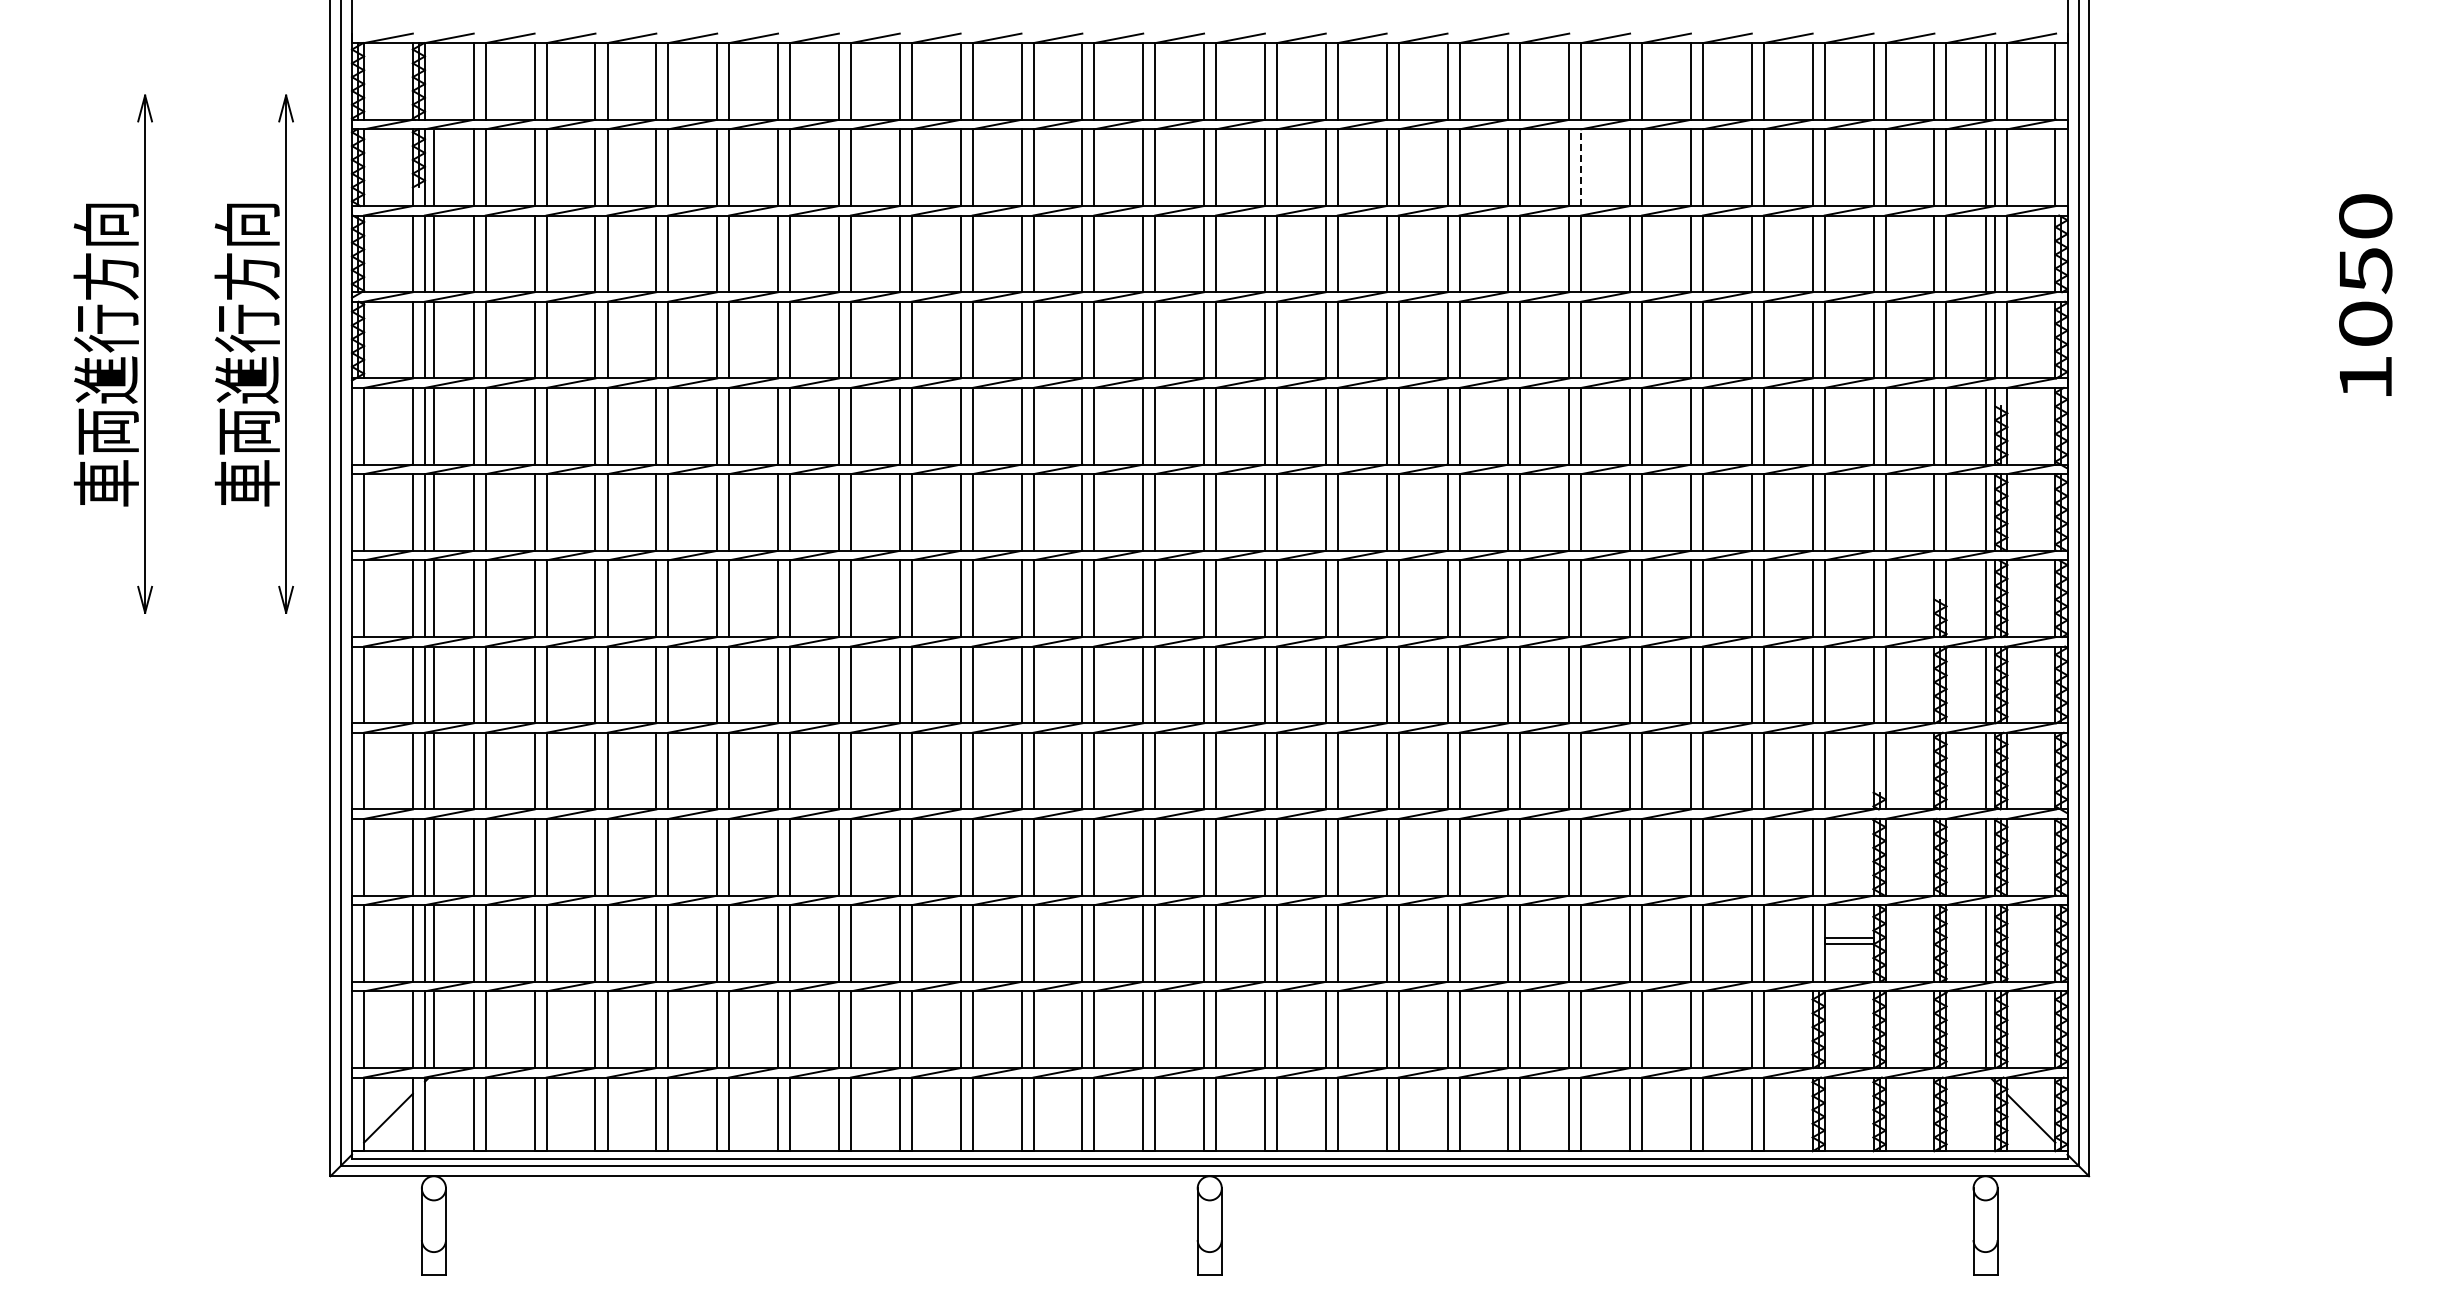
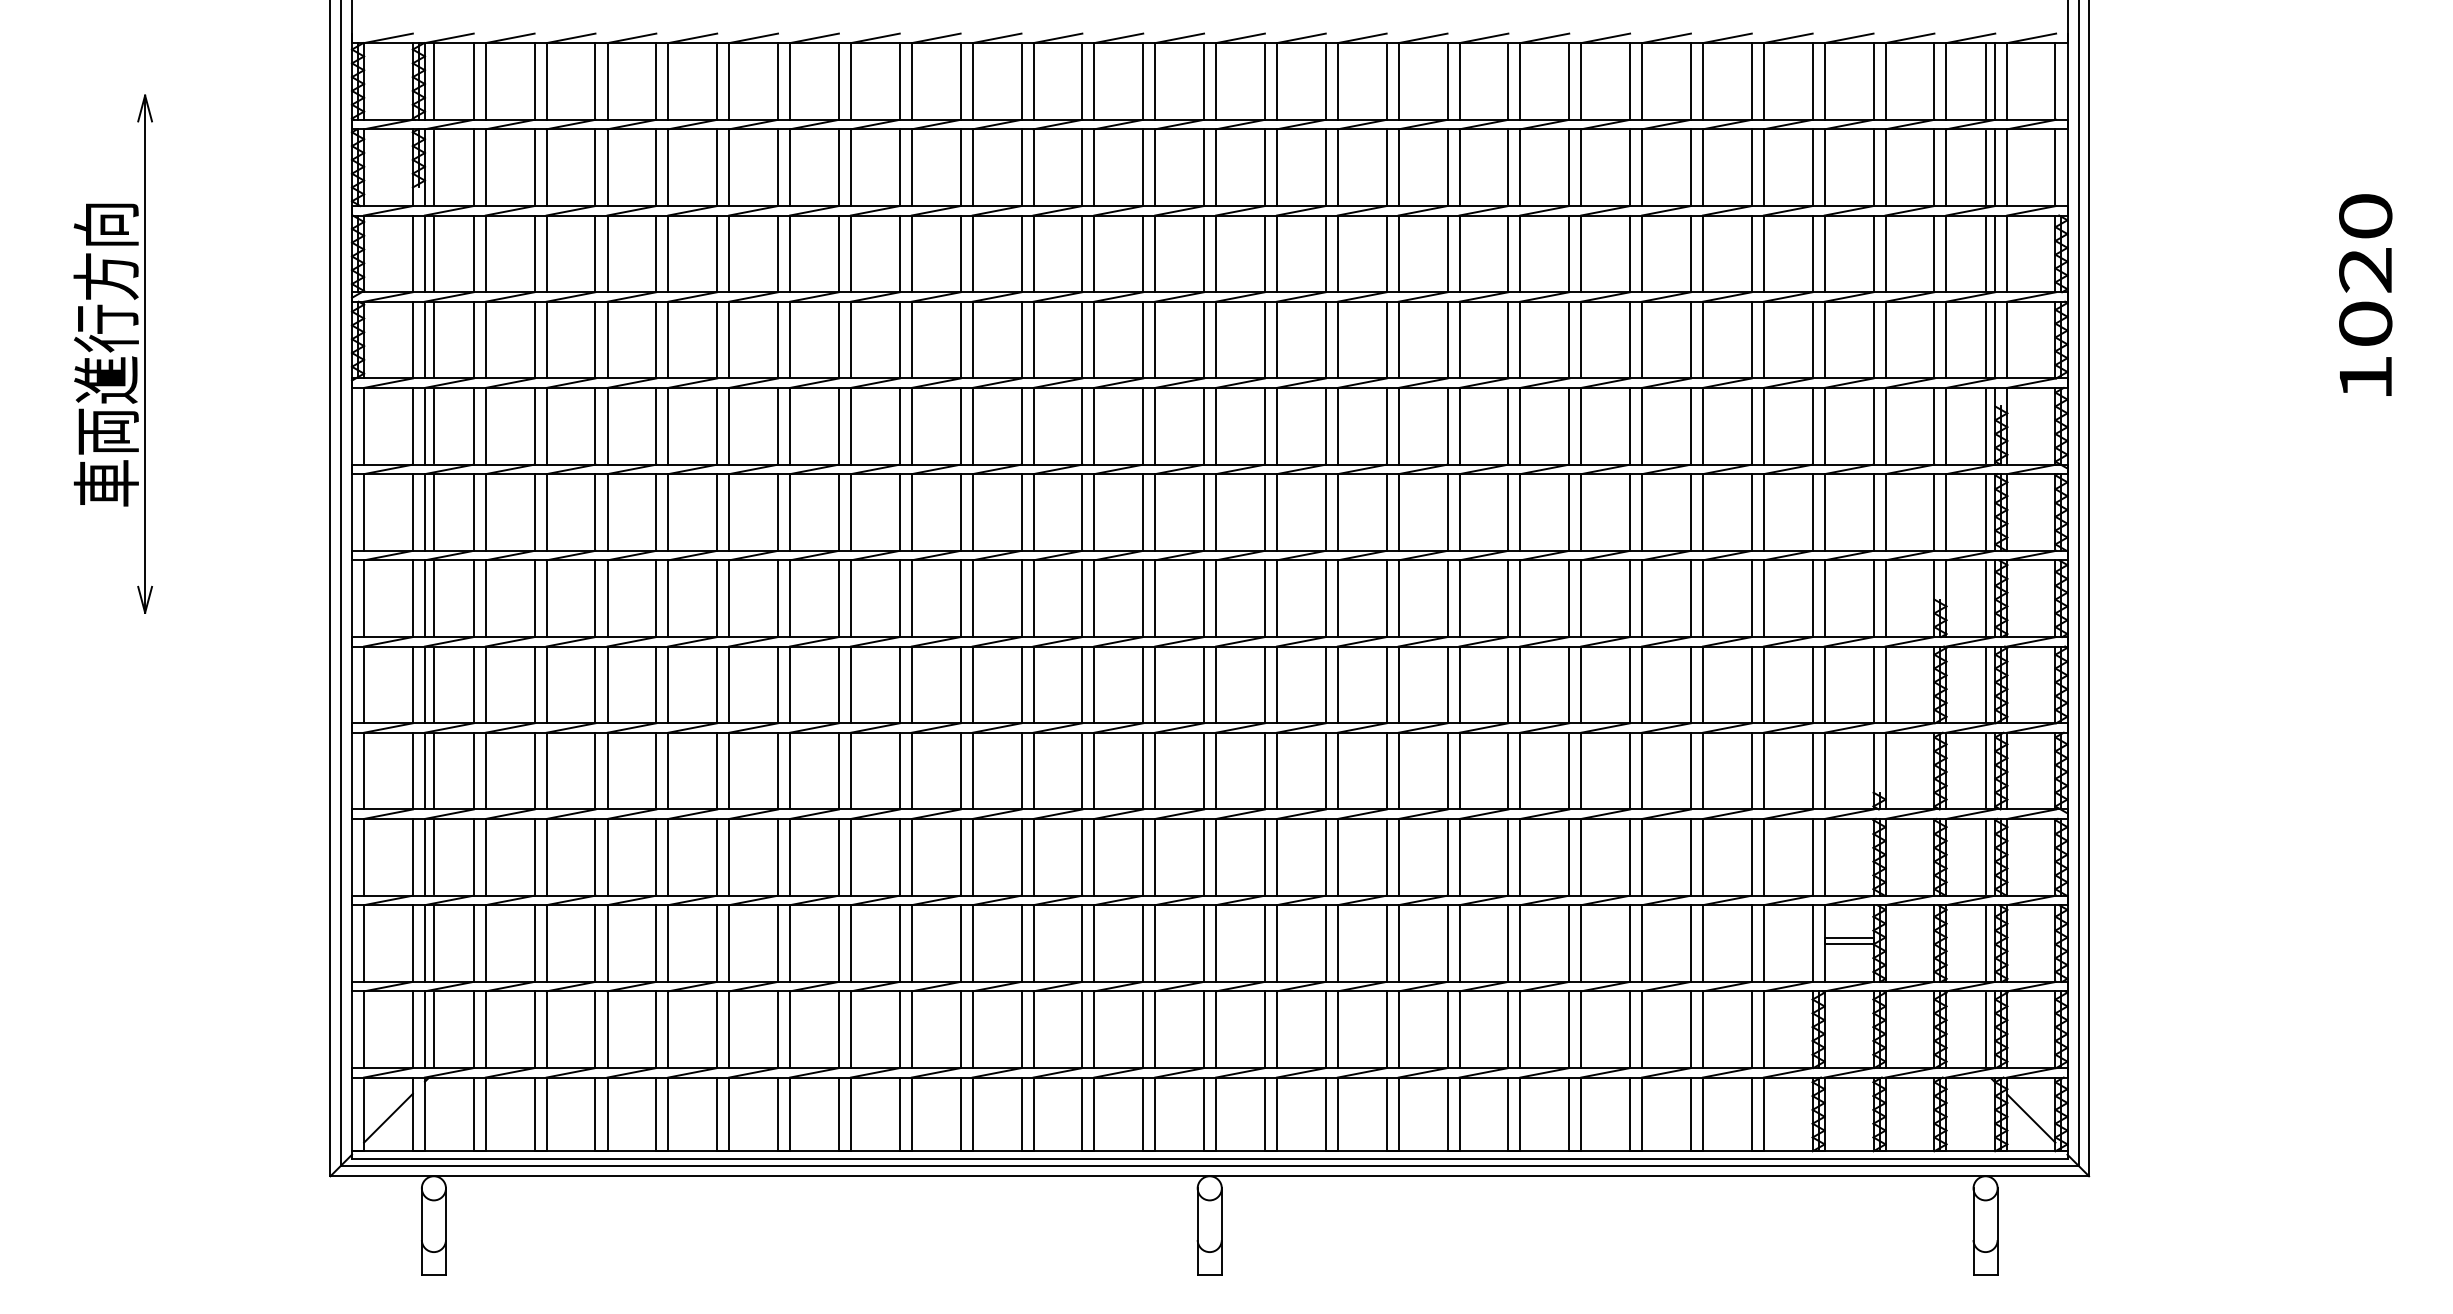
line at (433, 81): none -> present
line at (1581, 167): dashed -> solid
text at (2365, 271): 1050 -> 1020
part at (253, 353): present -> none
